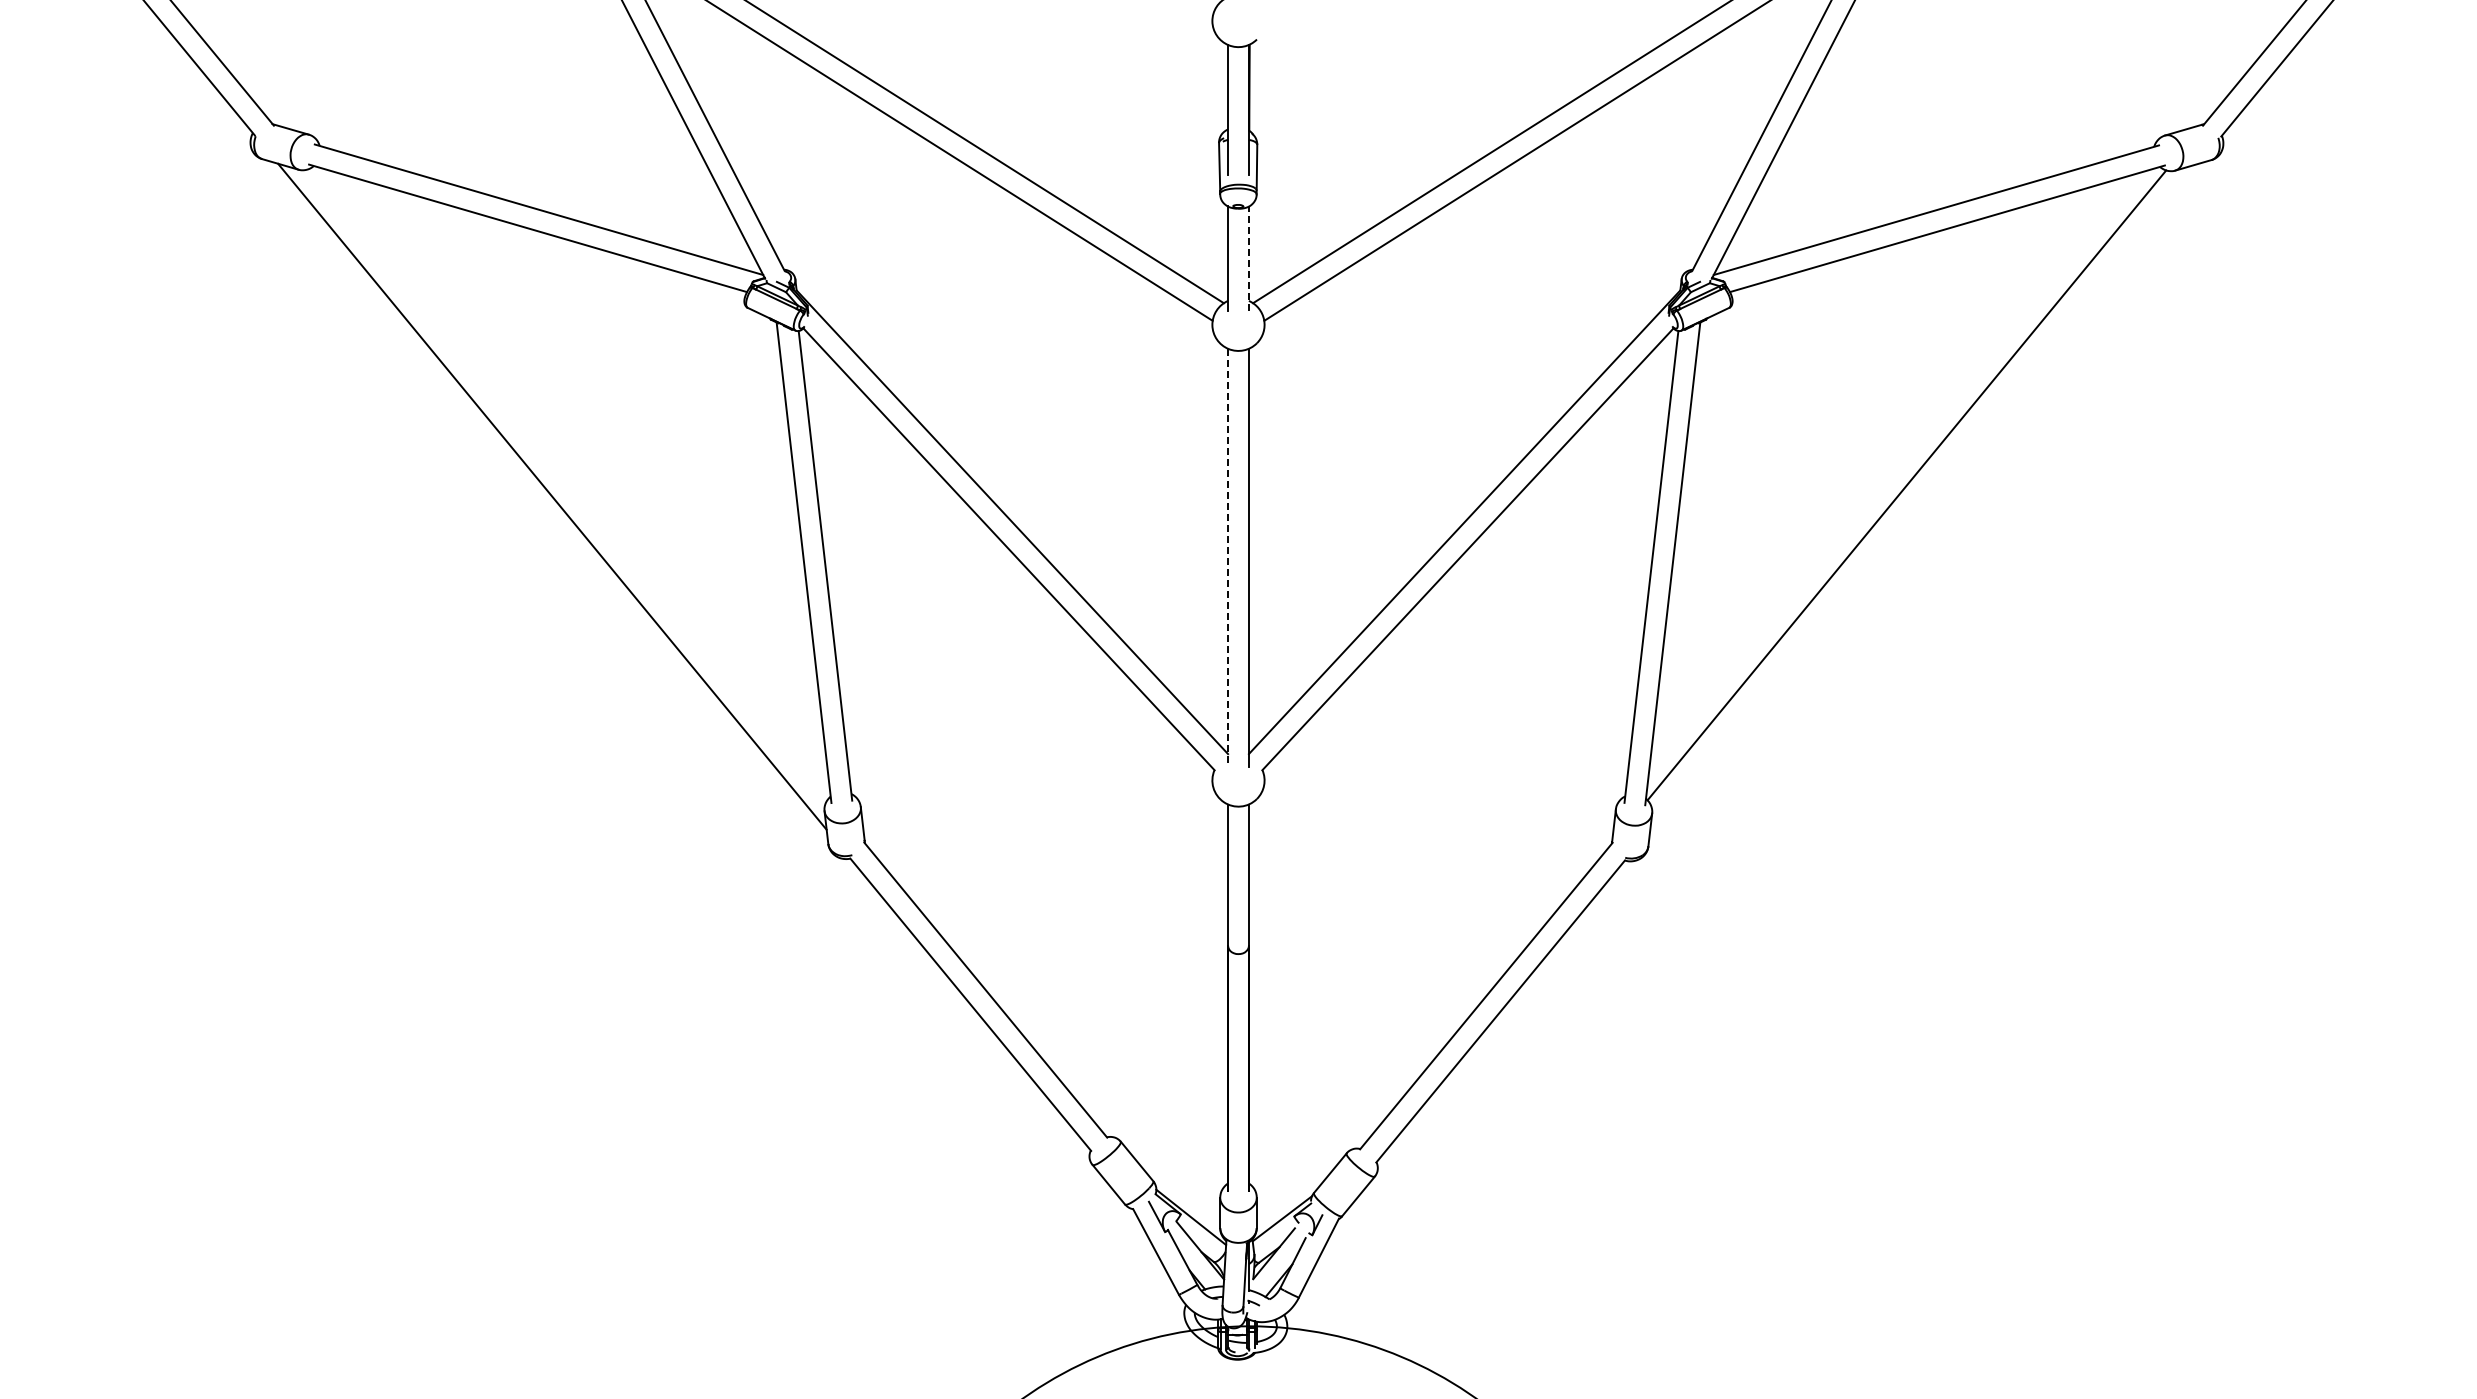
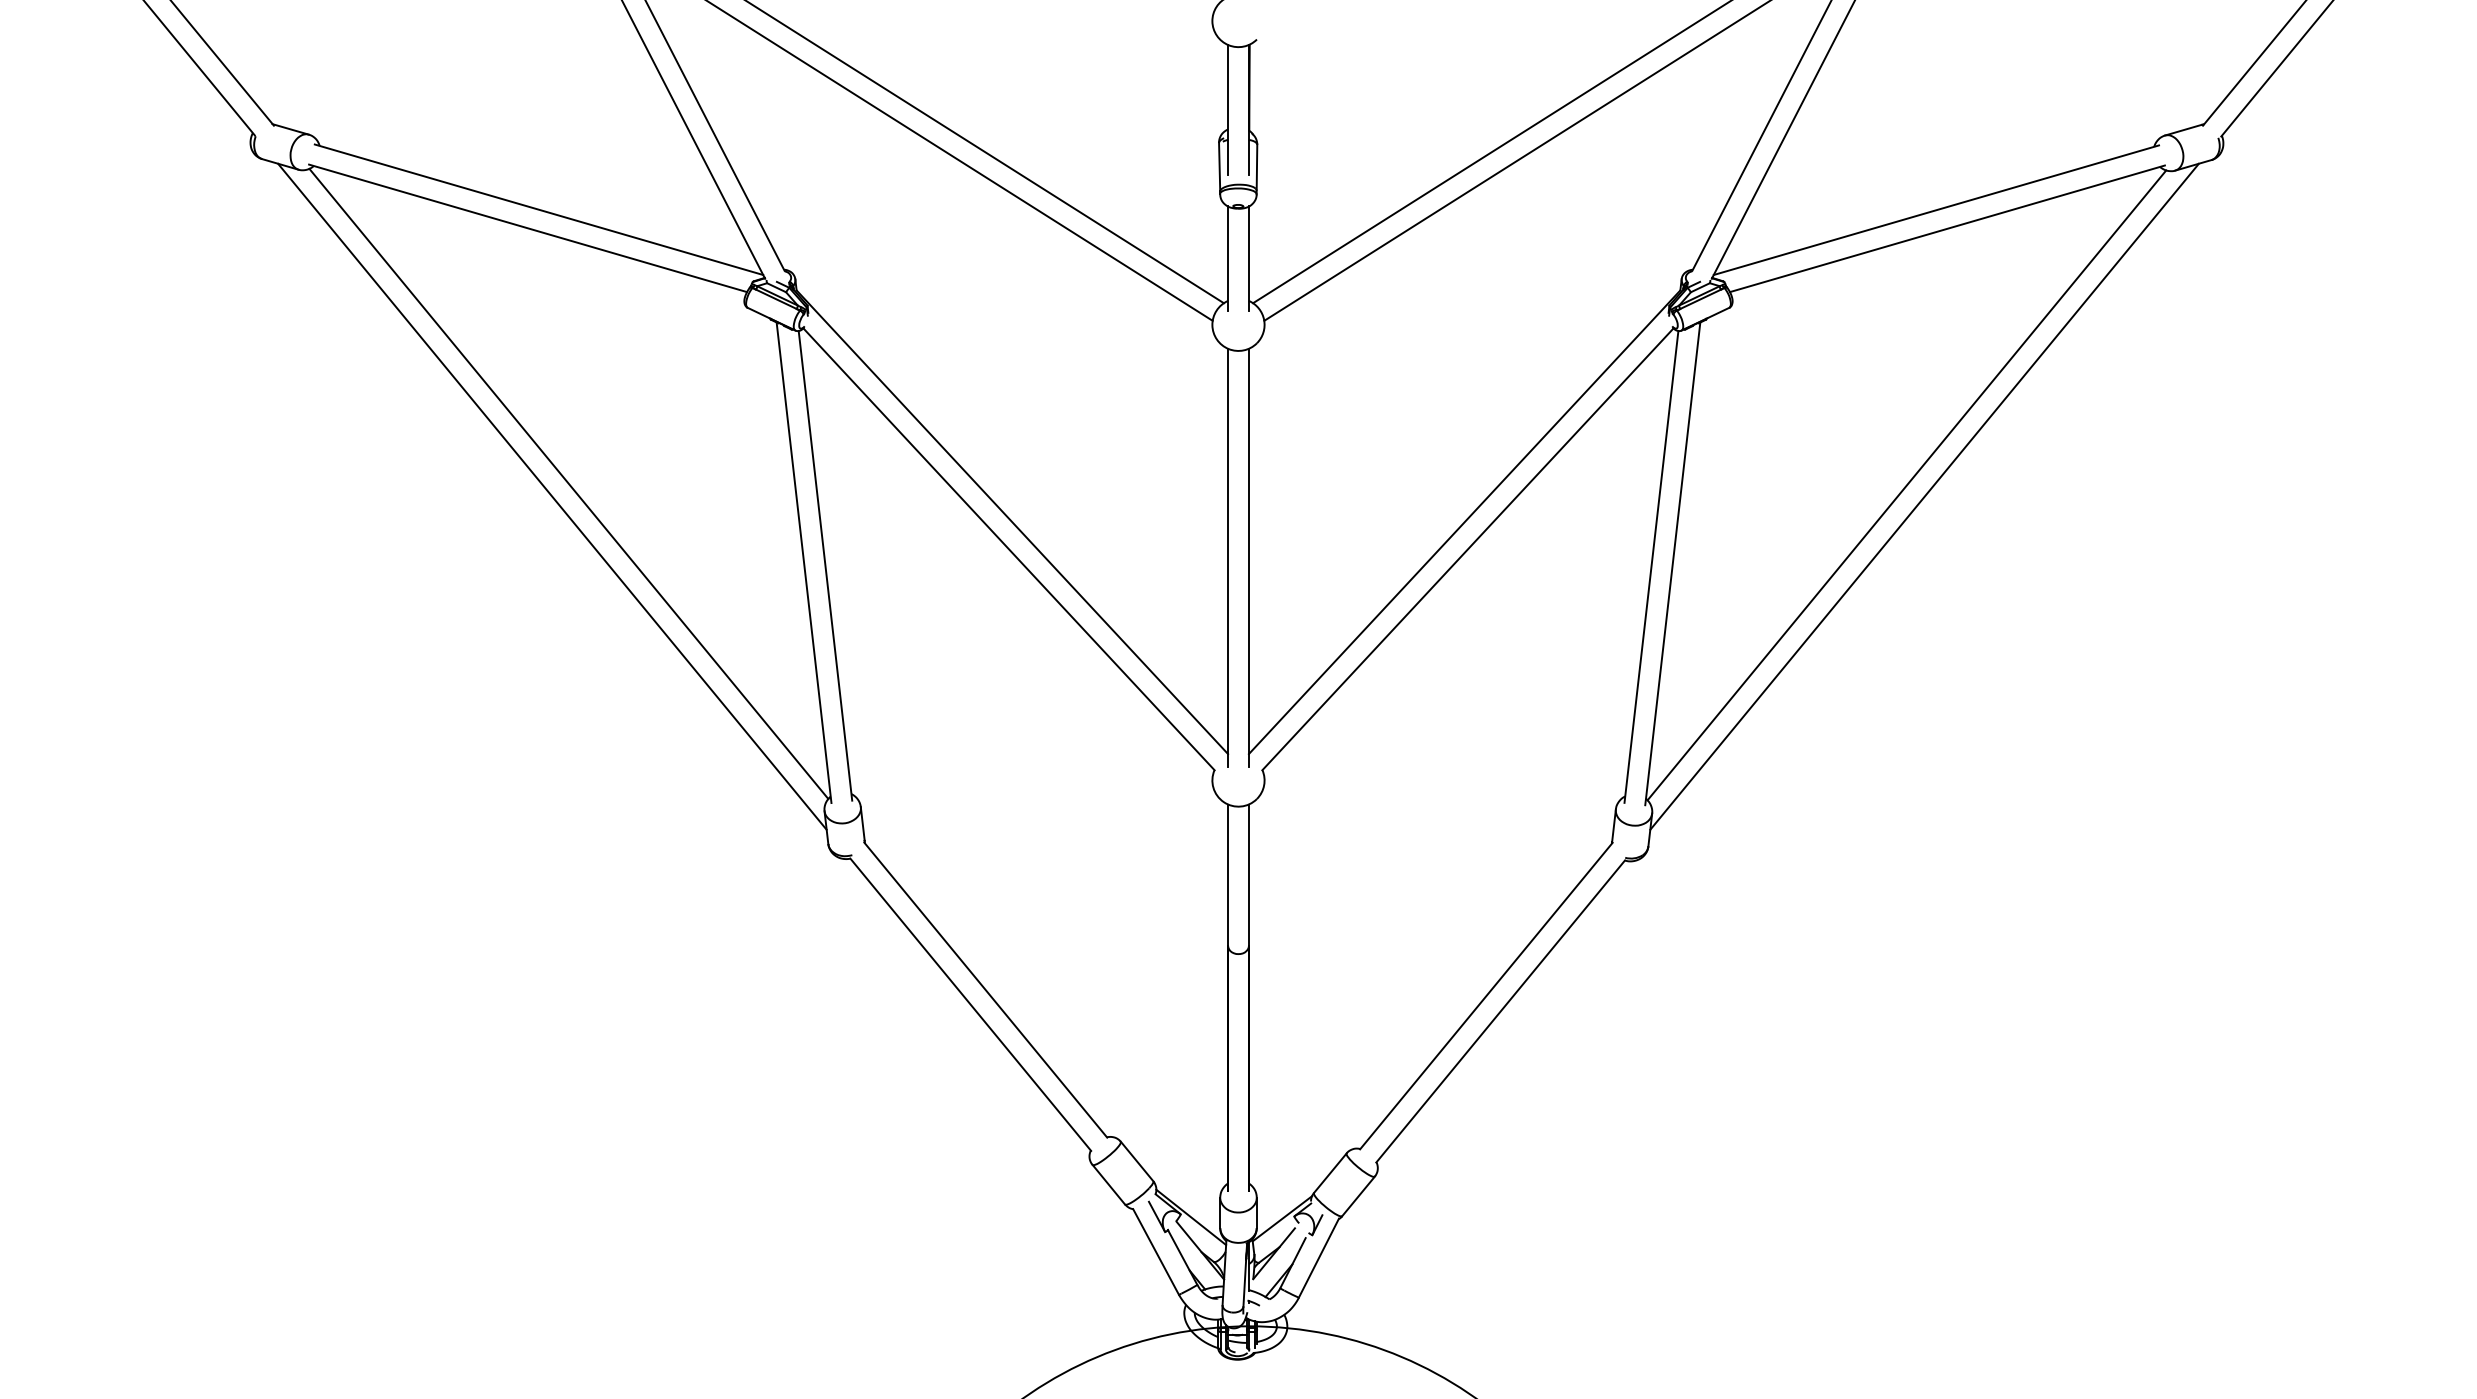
line at (1248, 258): dashed -> solid
line at (568, 483): none -> present
line at (1924, 496): none -> present
line at (1228, 557): dashed -> solid
